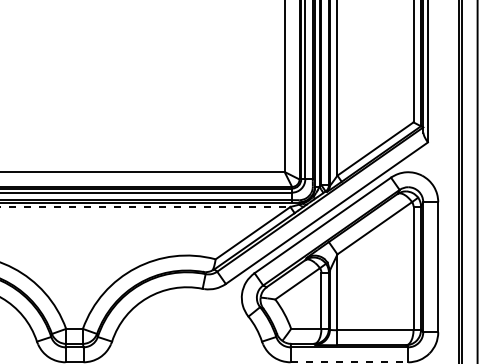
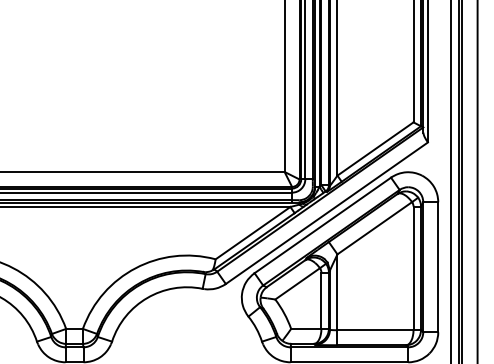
line at (451, 181): none -> present
line at (145, 207): dashed -> solid
line at (349, 362): dashed -> solid
